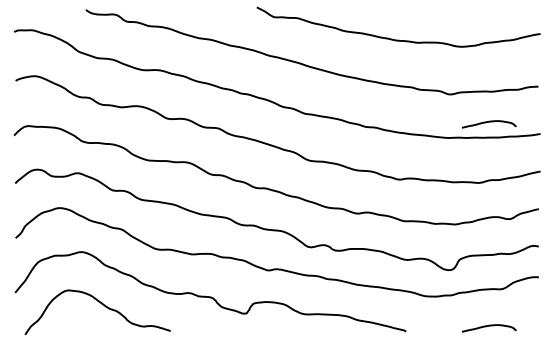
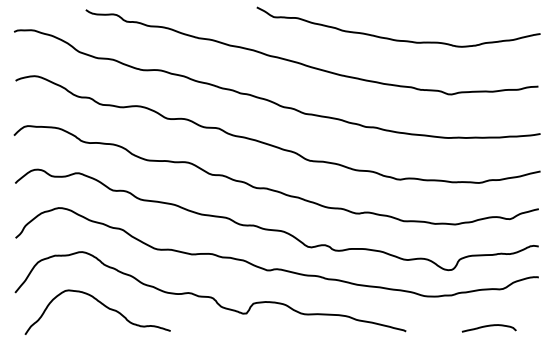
curve at (488, 122): present -> none
